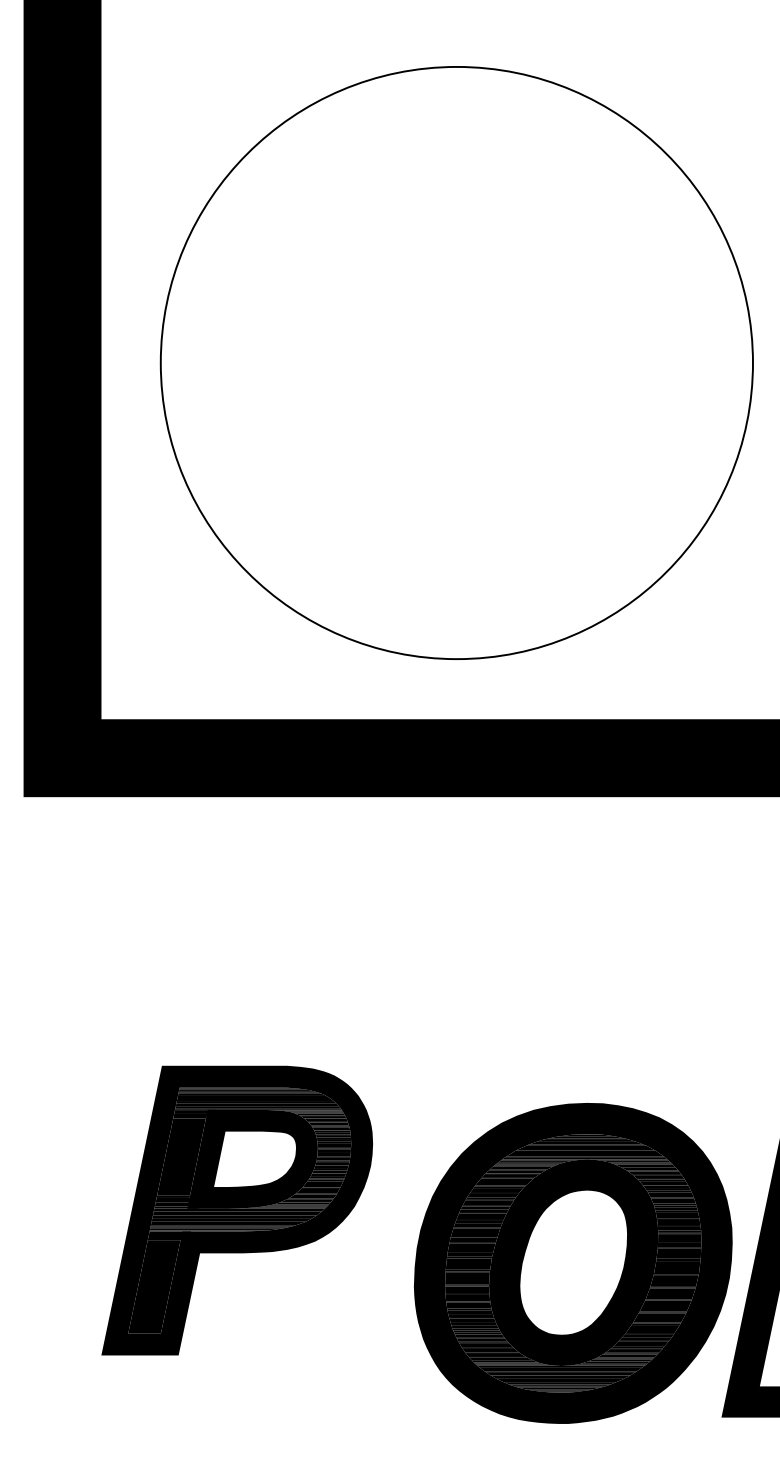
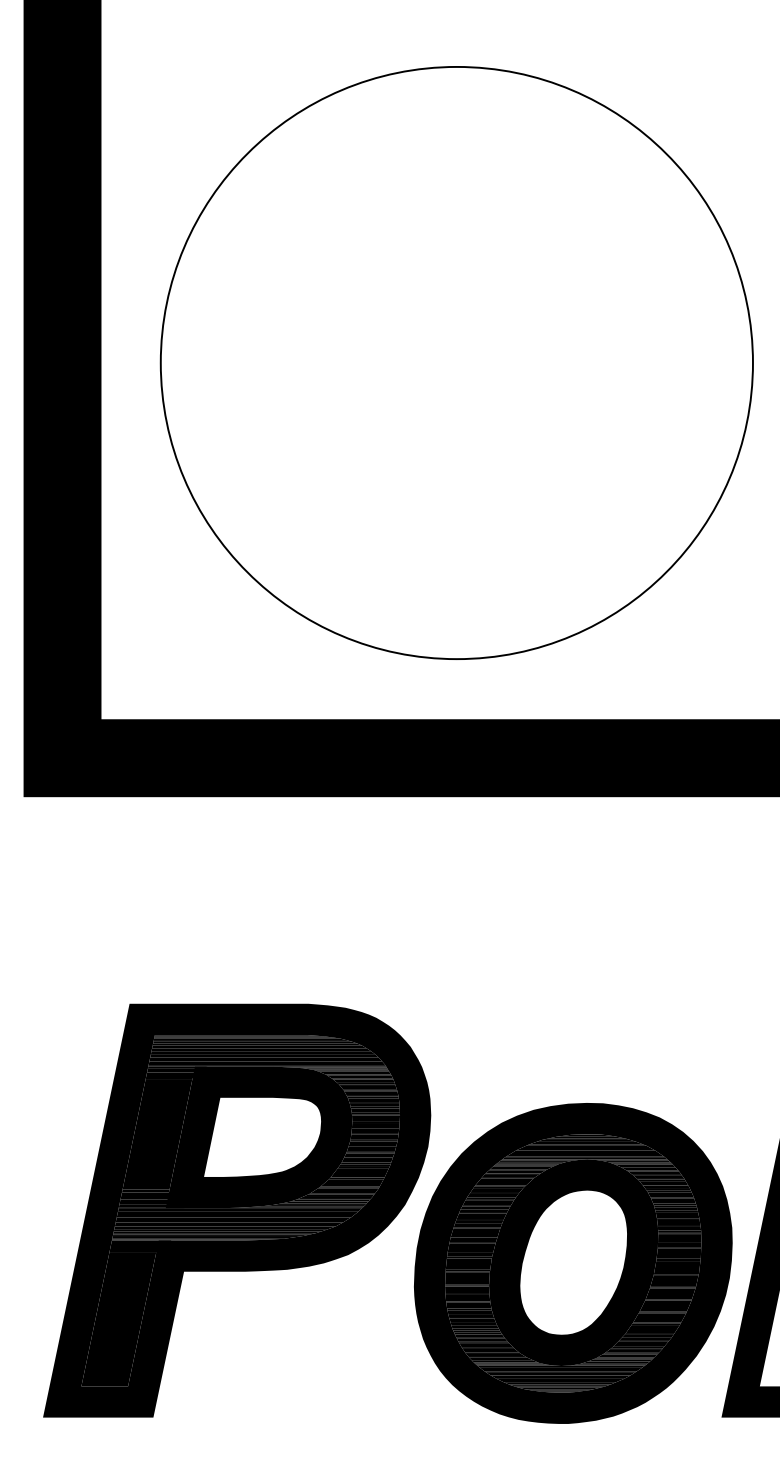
part at (236, 1210) size: 272x291 px -> 389x415 px
